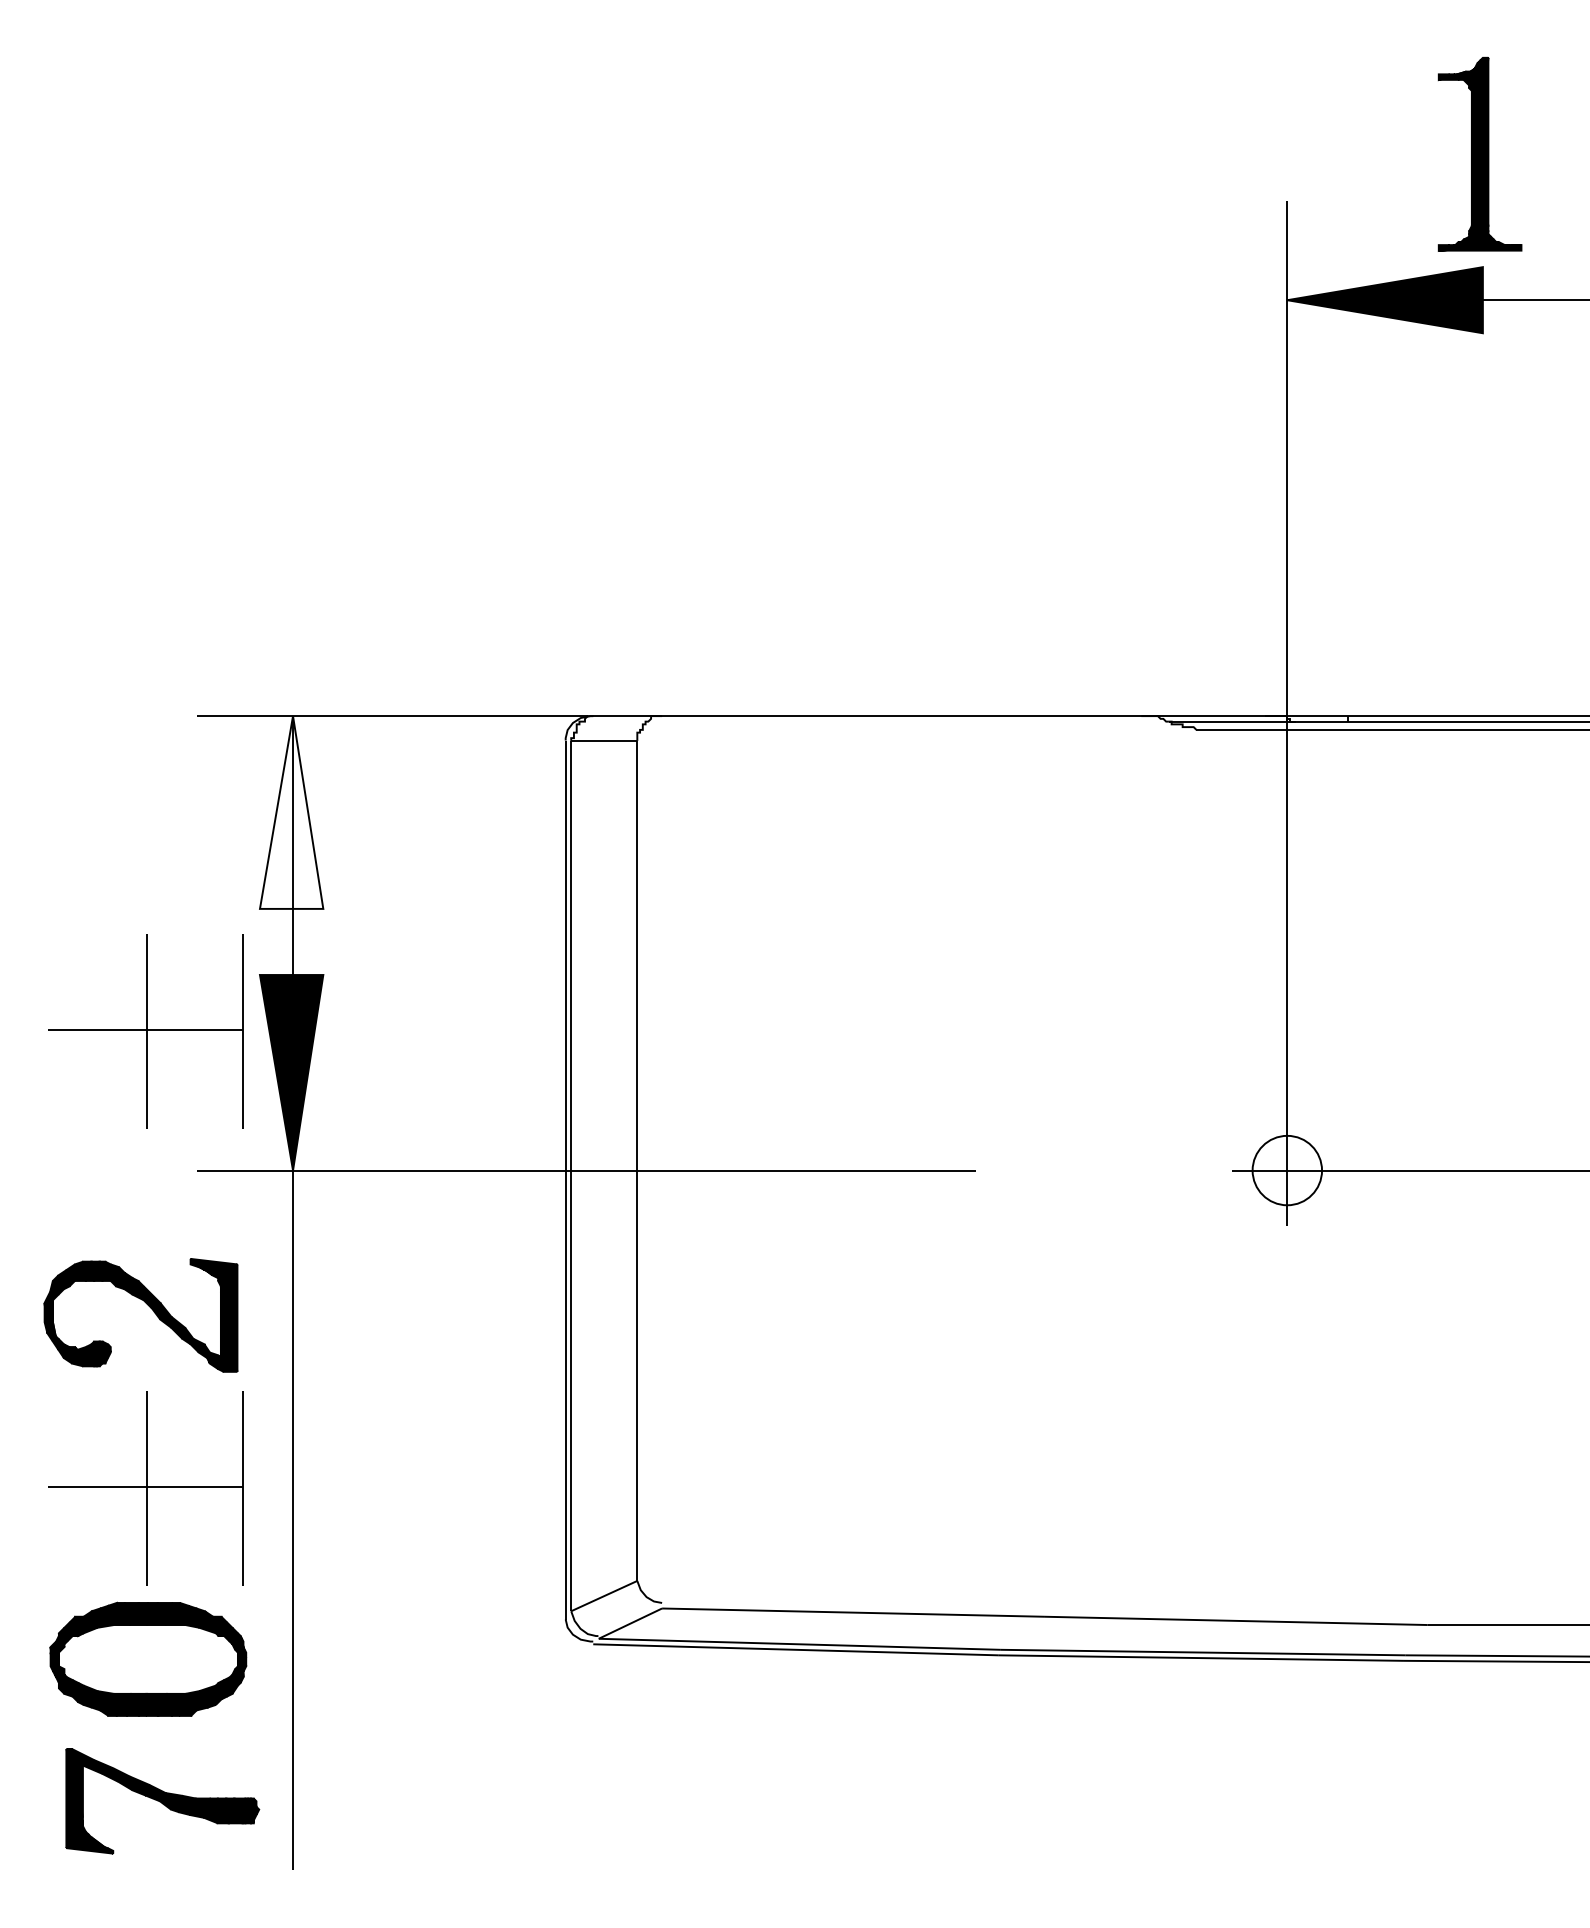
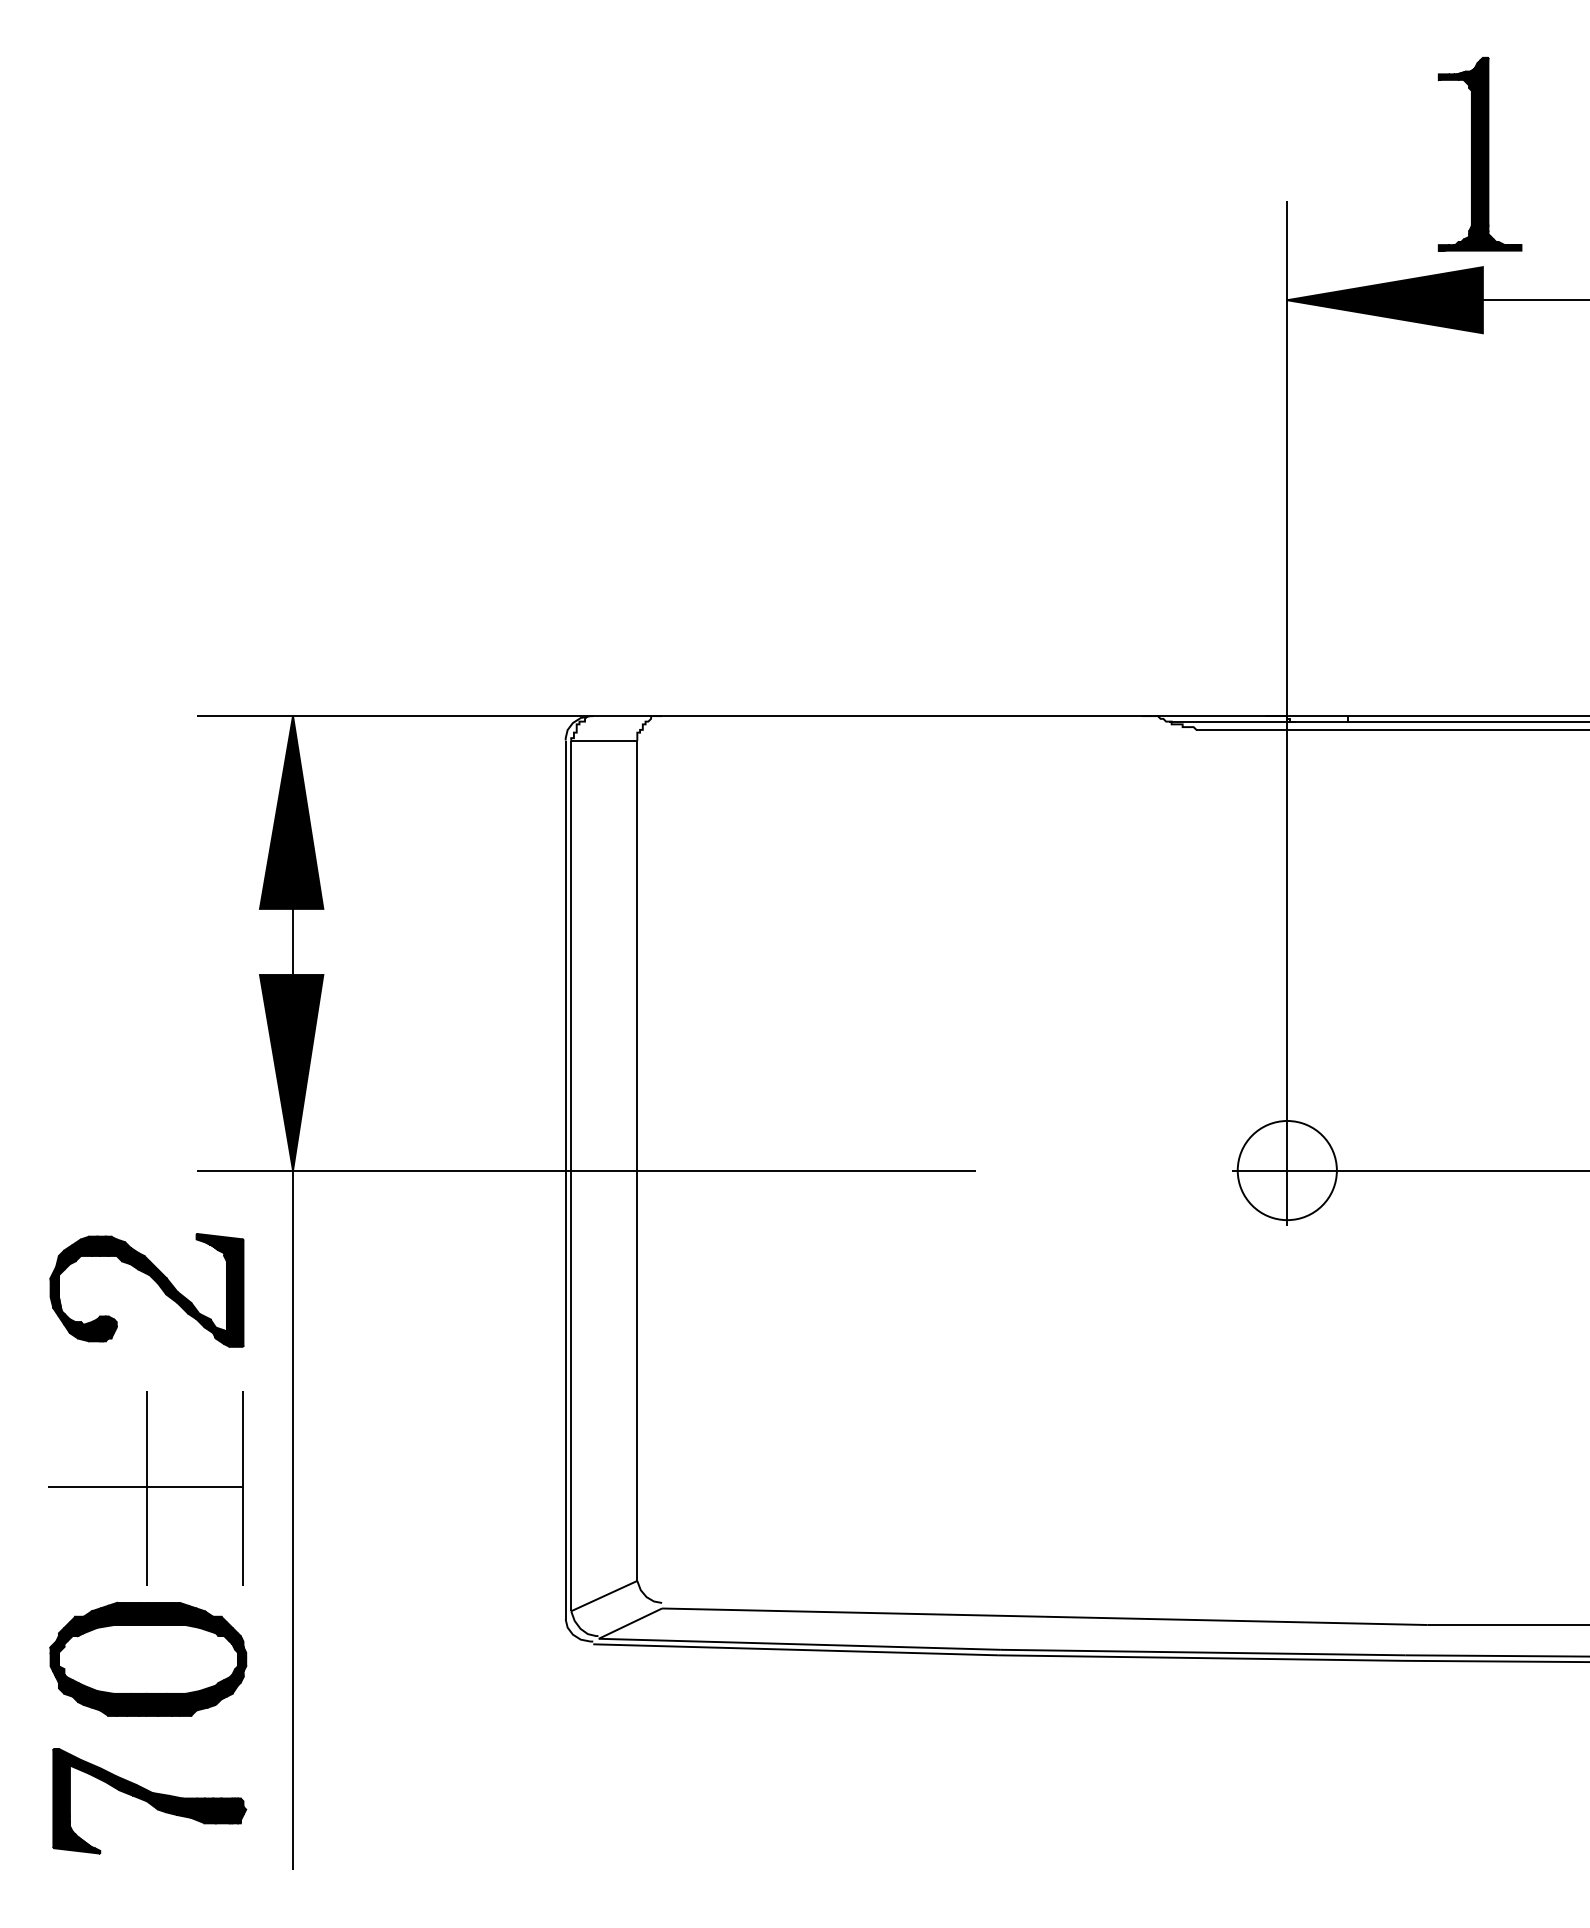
fill at (291, 812): none -> present
part at (145, 1031): present -> none
circle at (1287, 1170) diameter: 69 px -> 99 px
part at (148, 1306) position: (148, 1306) -> (154, 1281)
part at (162, 1801) position: (162, 1801) -> (149, 1801)
